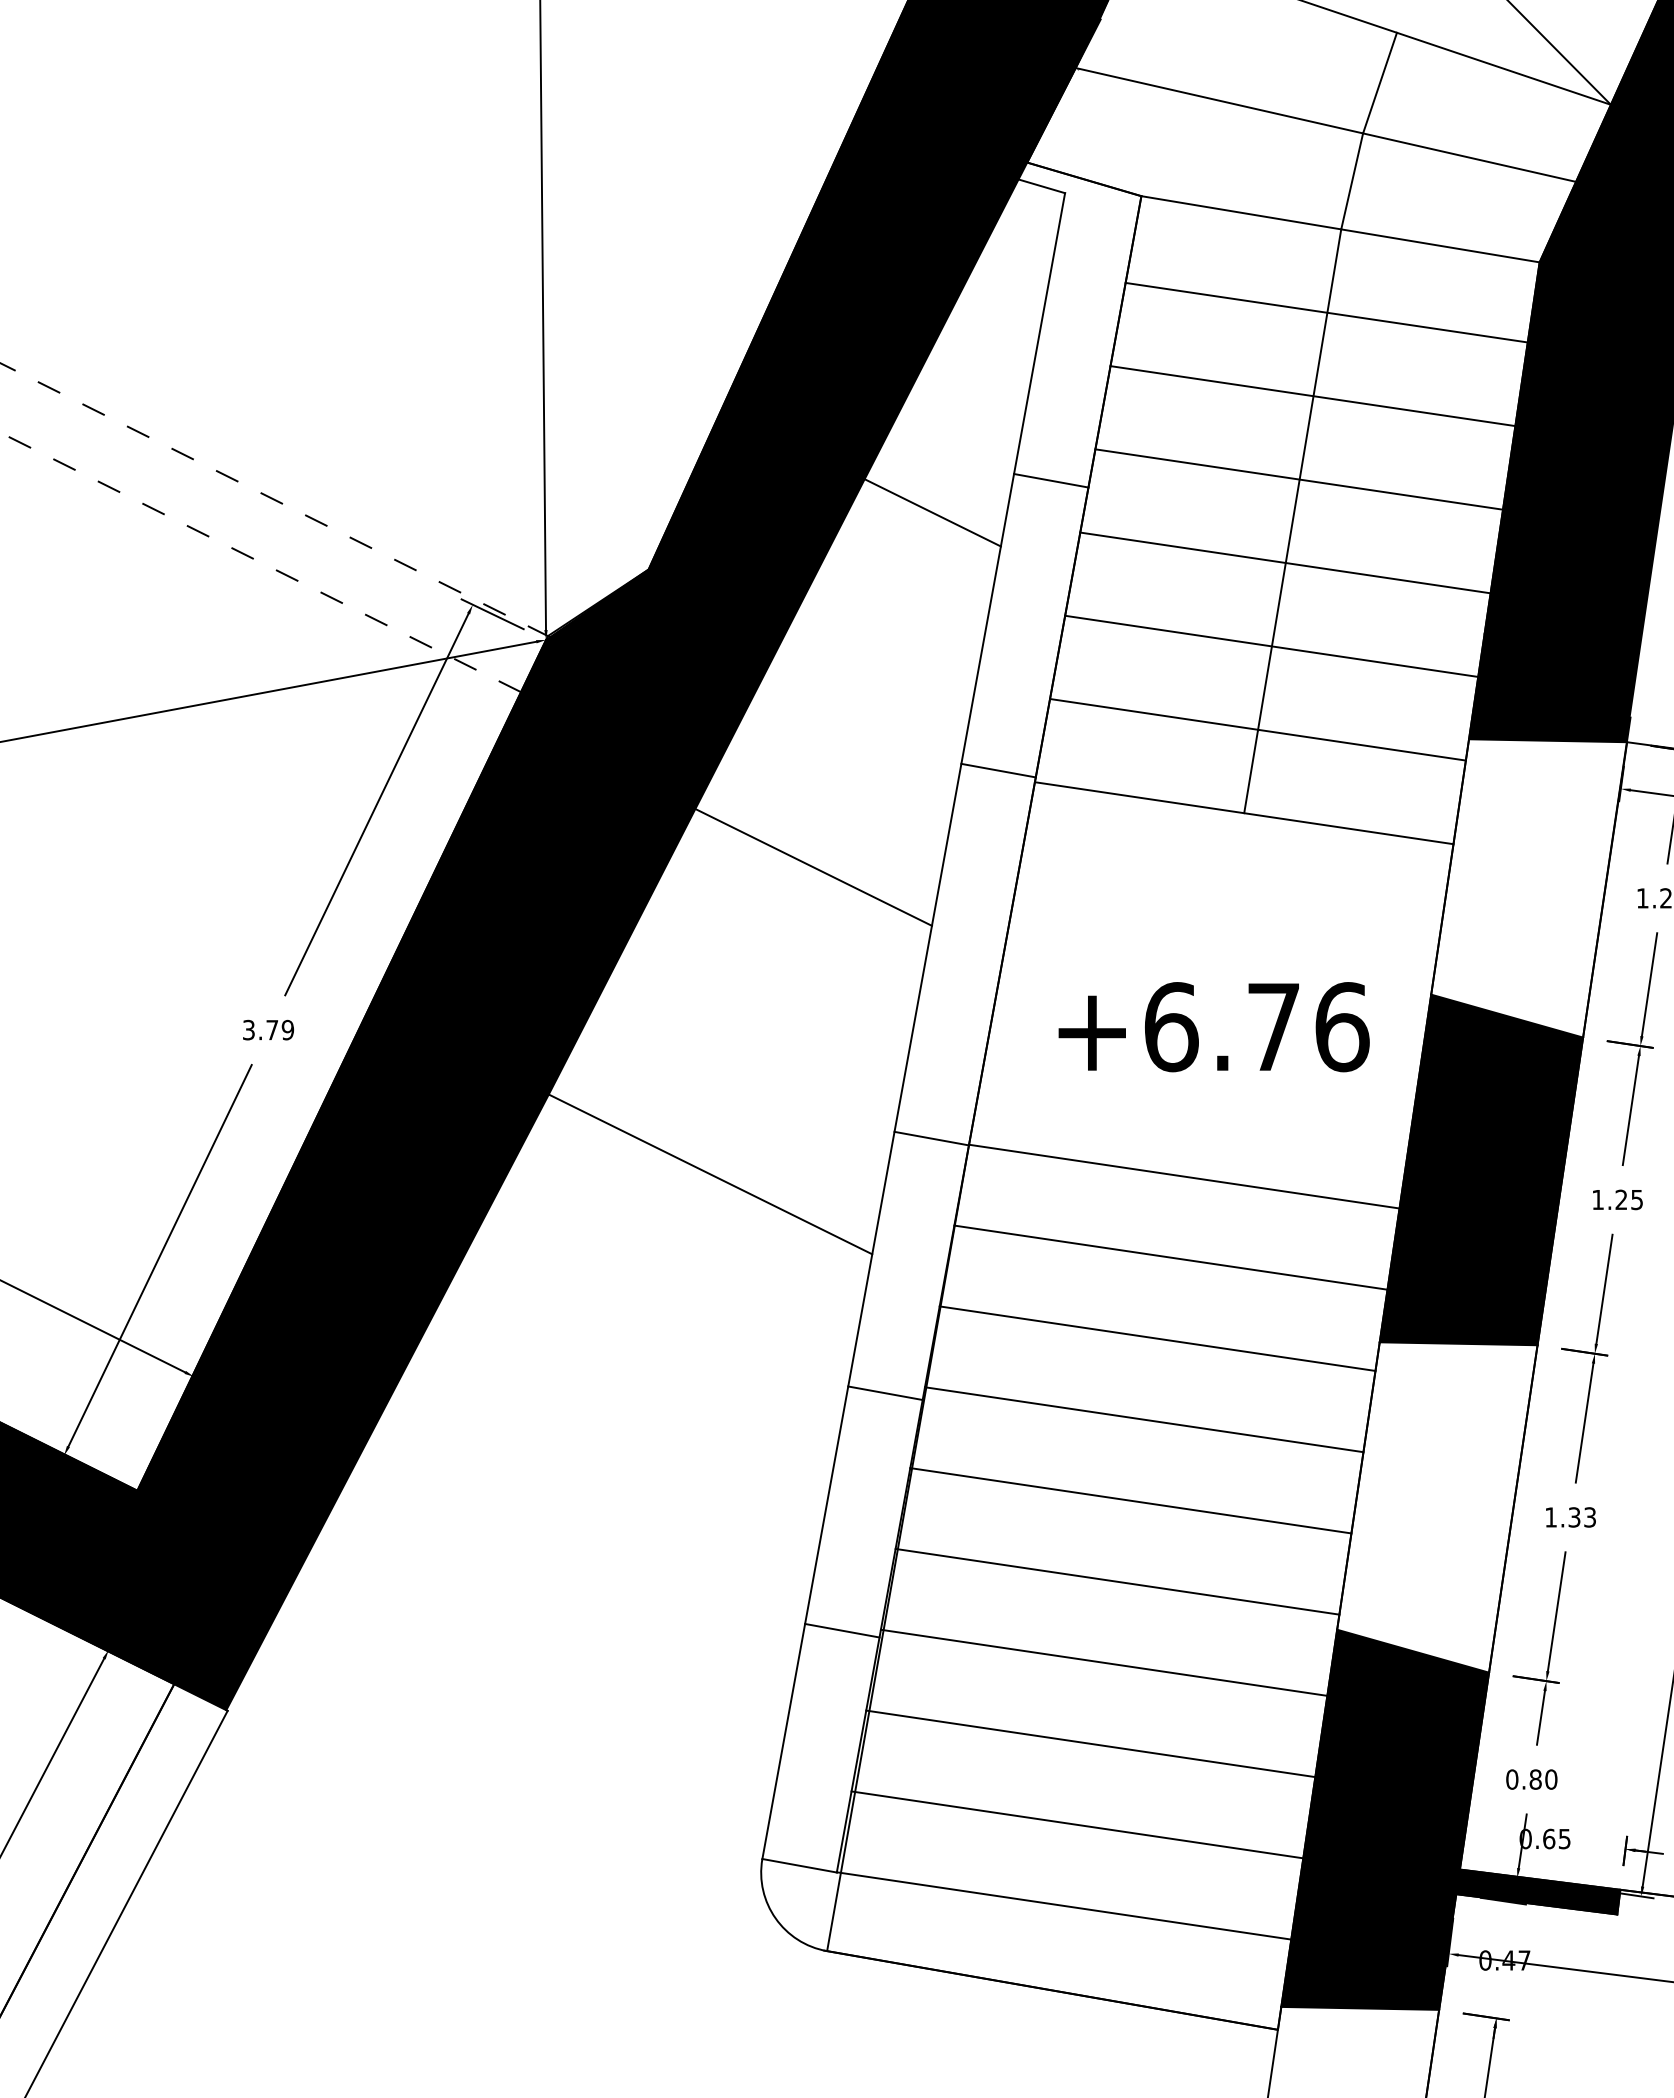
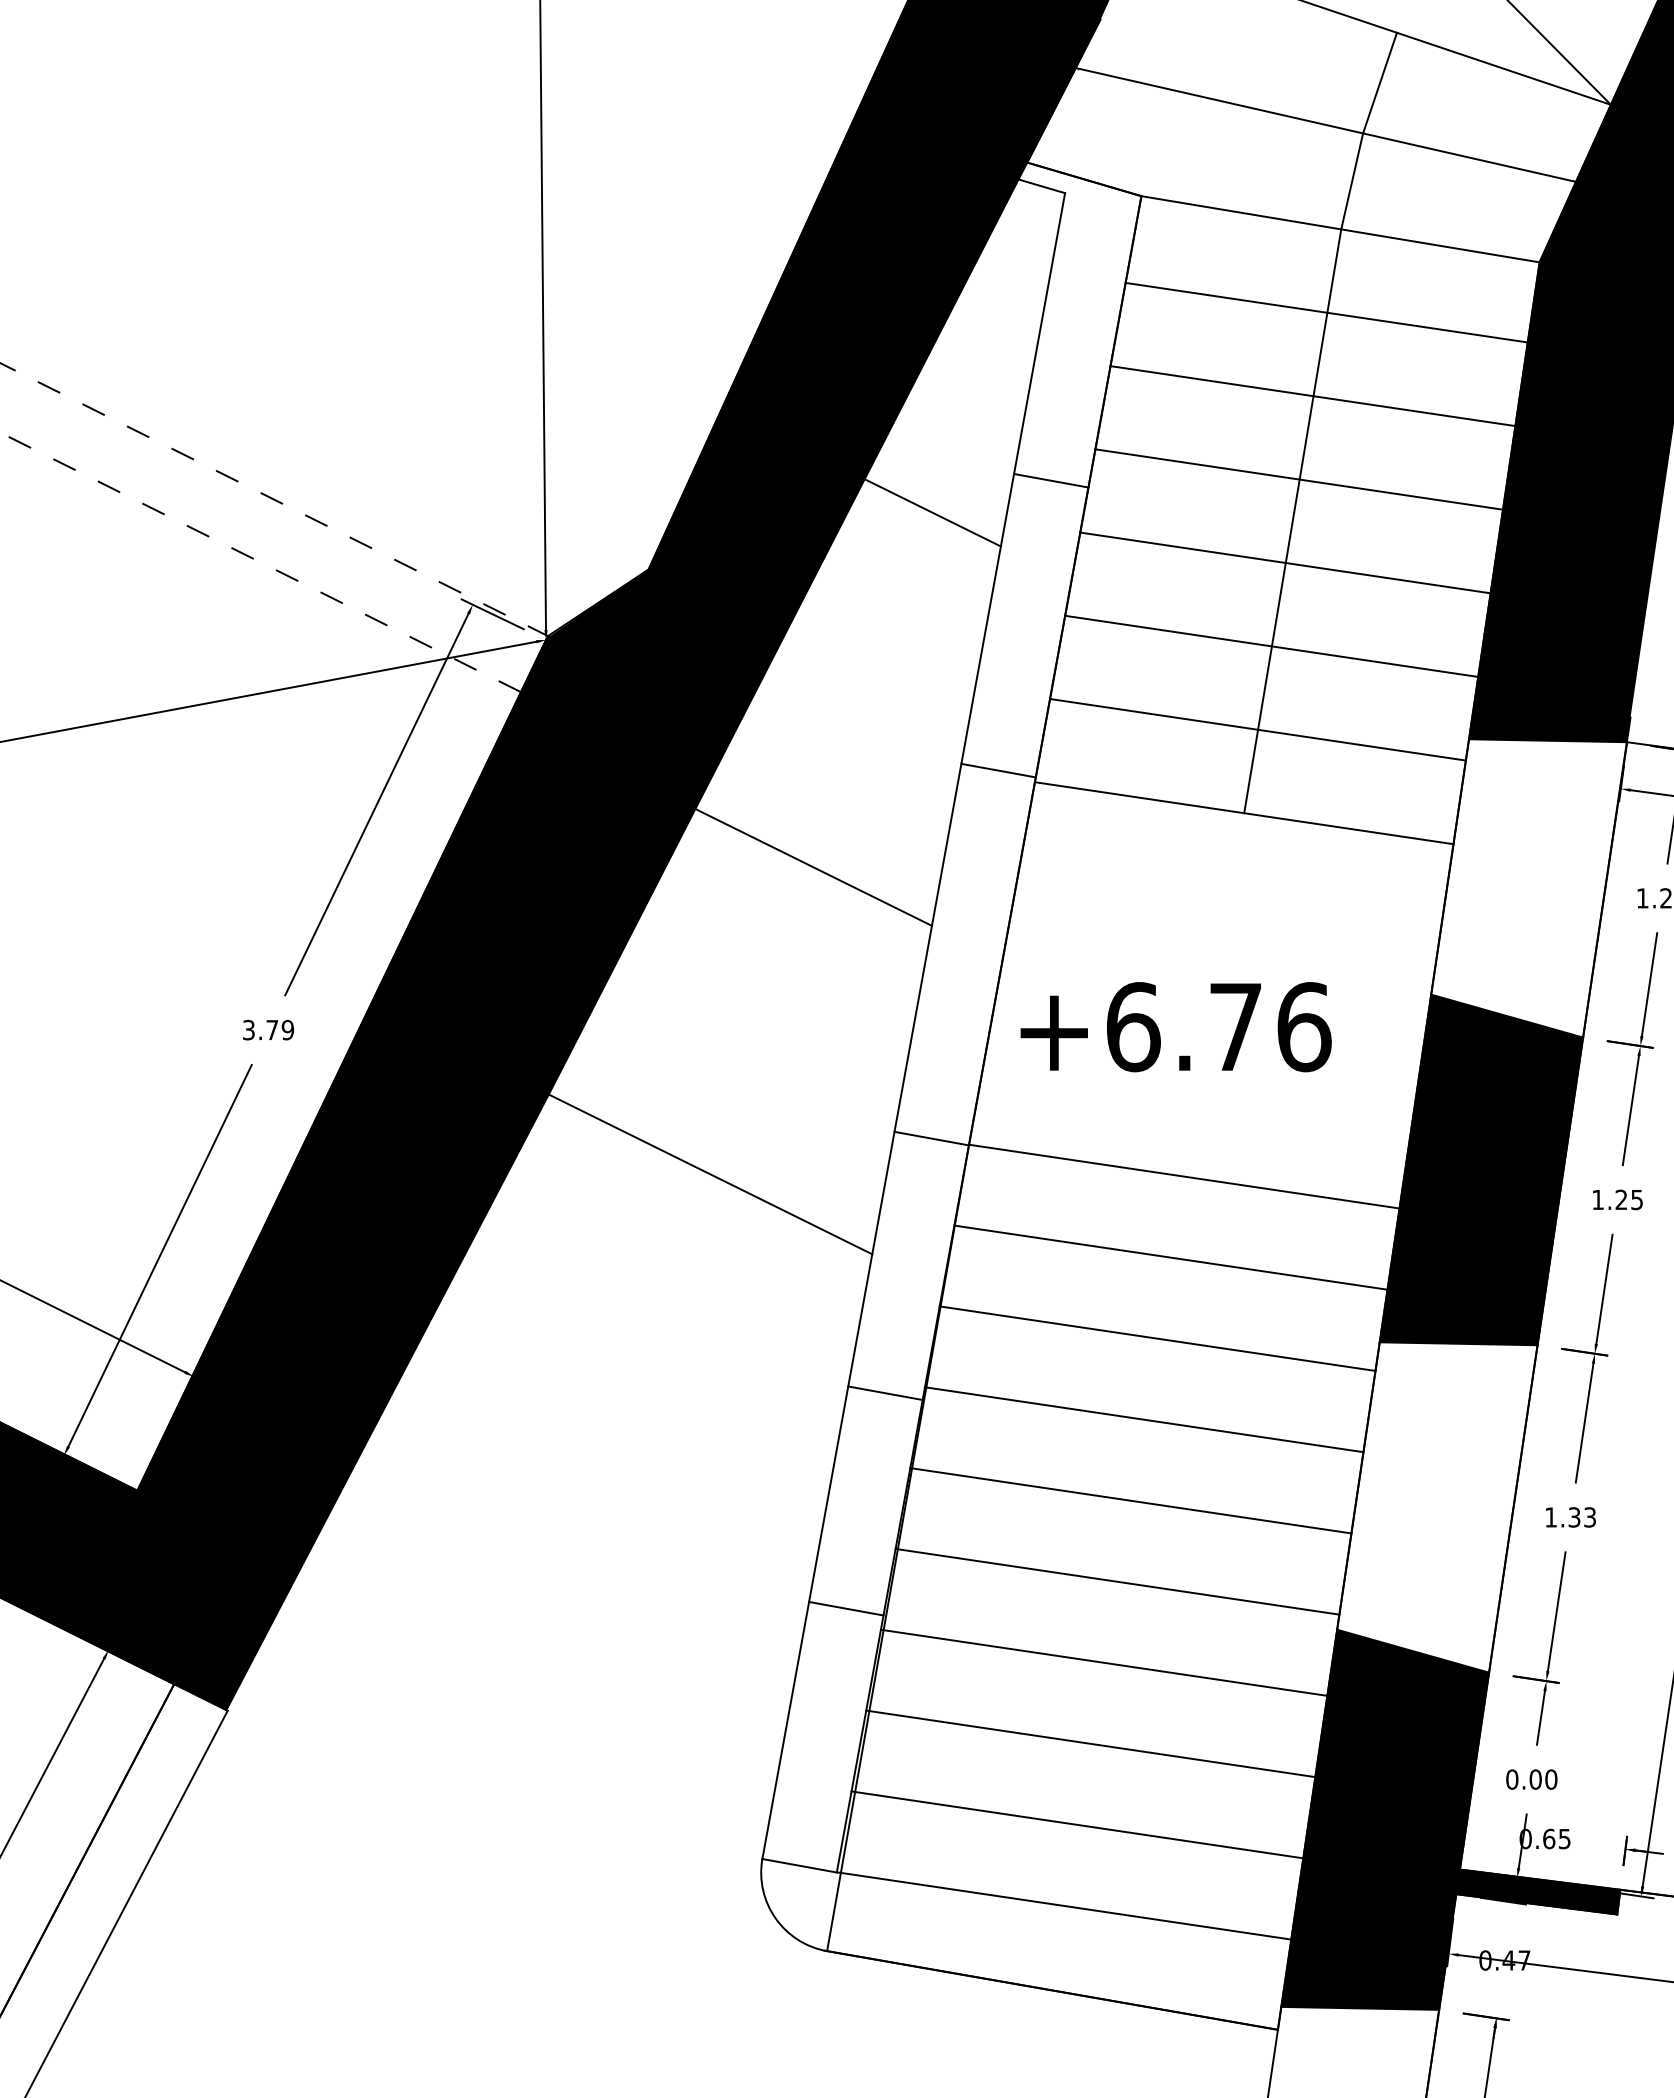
text at (1213, 1027) position: (1213, 1027) -> (1175, 1027)
line at (842, 1630) position: (842, 1630) -> (846, 1608)
text at (1535, 1779): 0.80 -> 0.00
